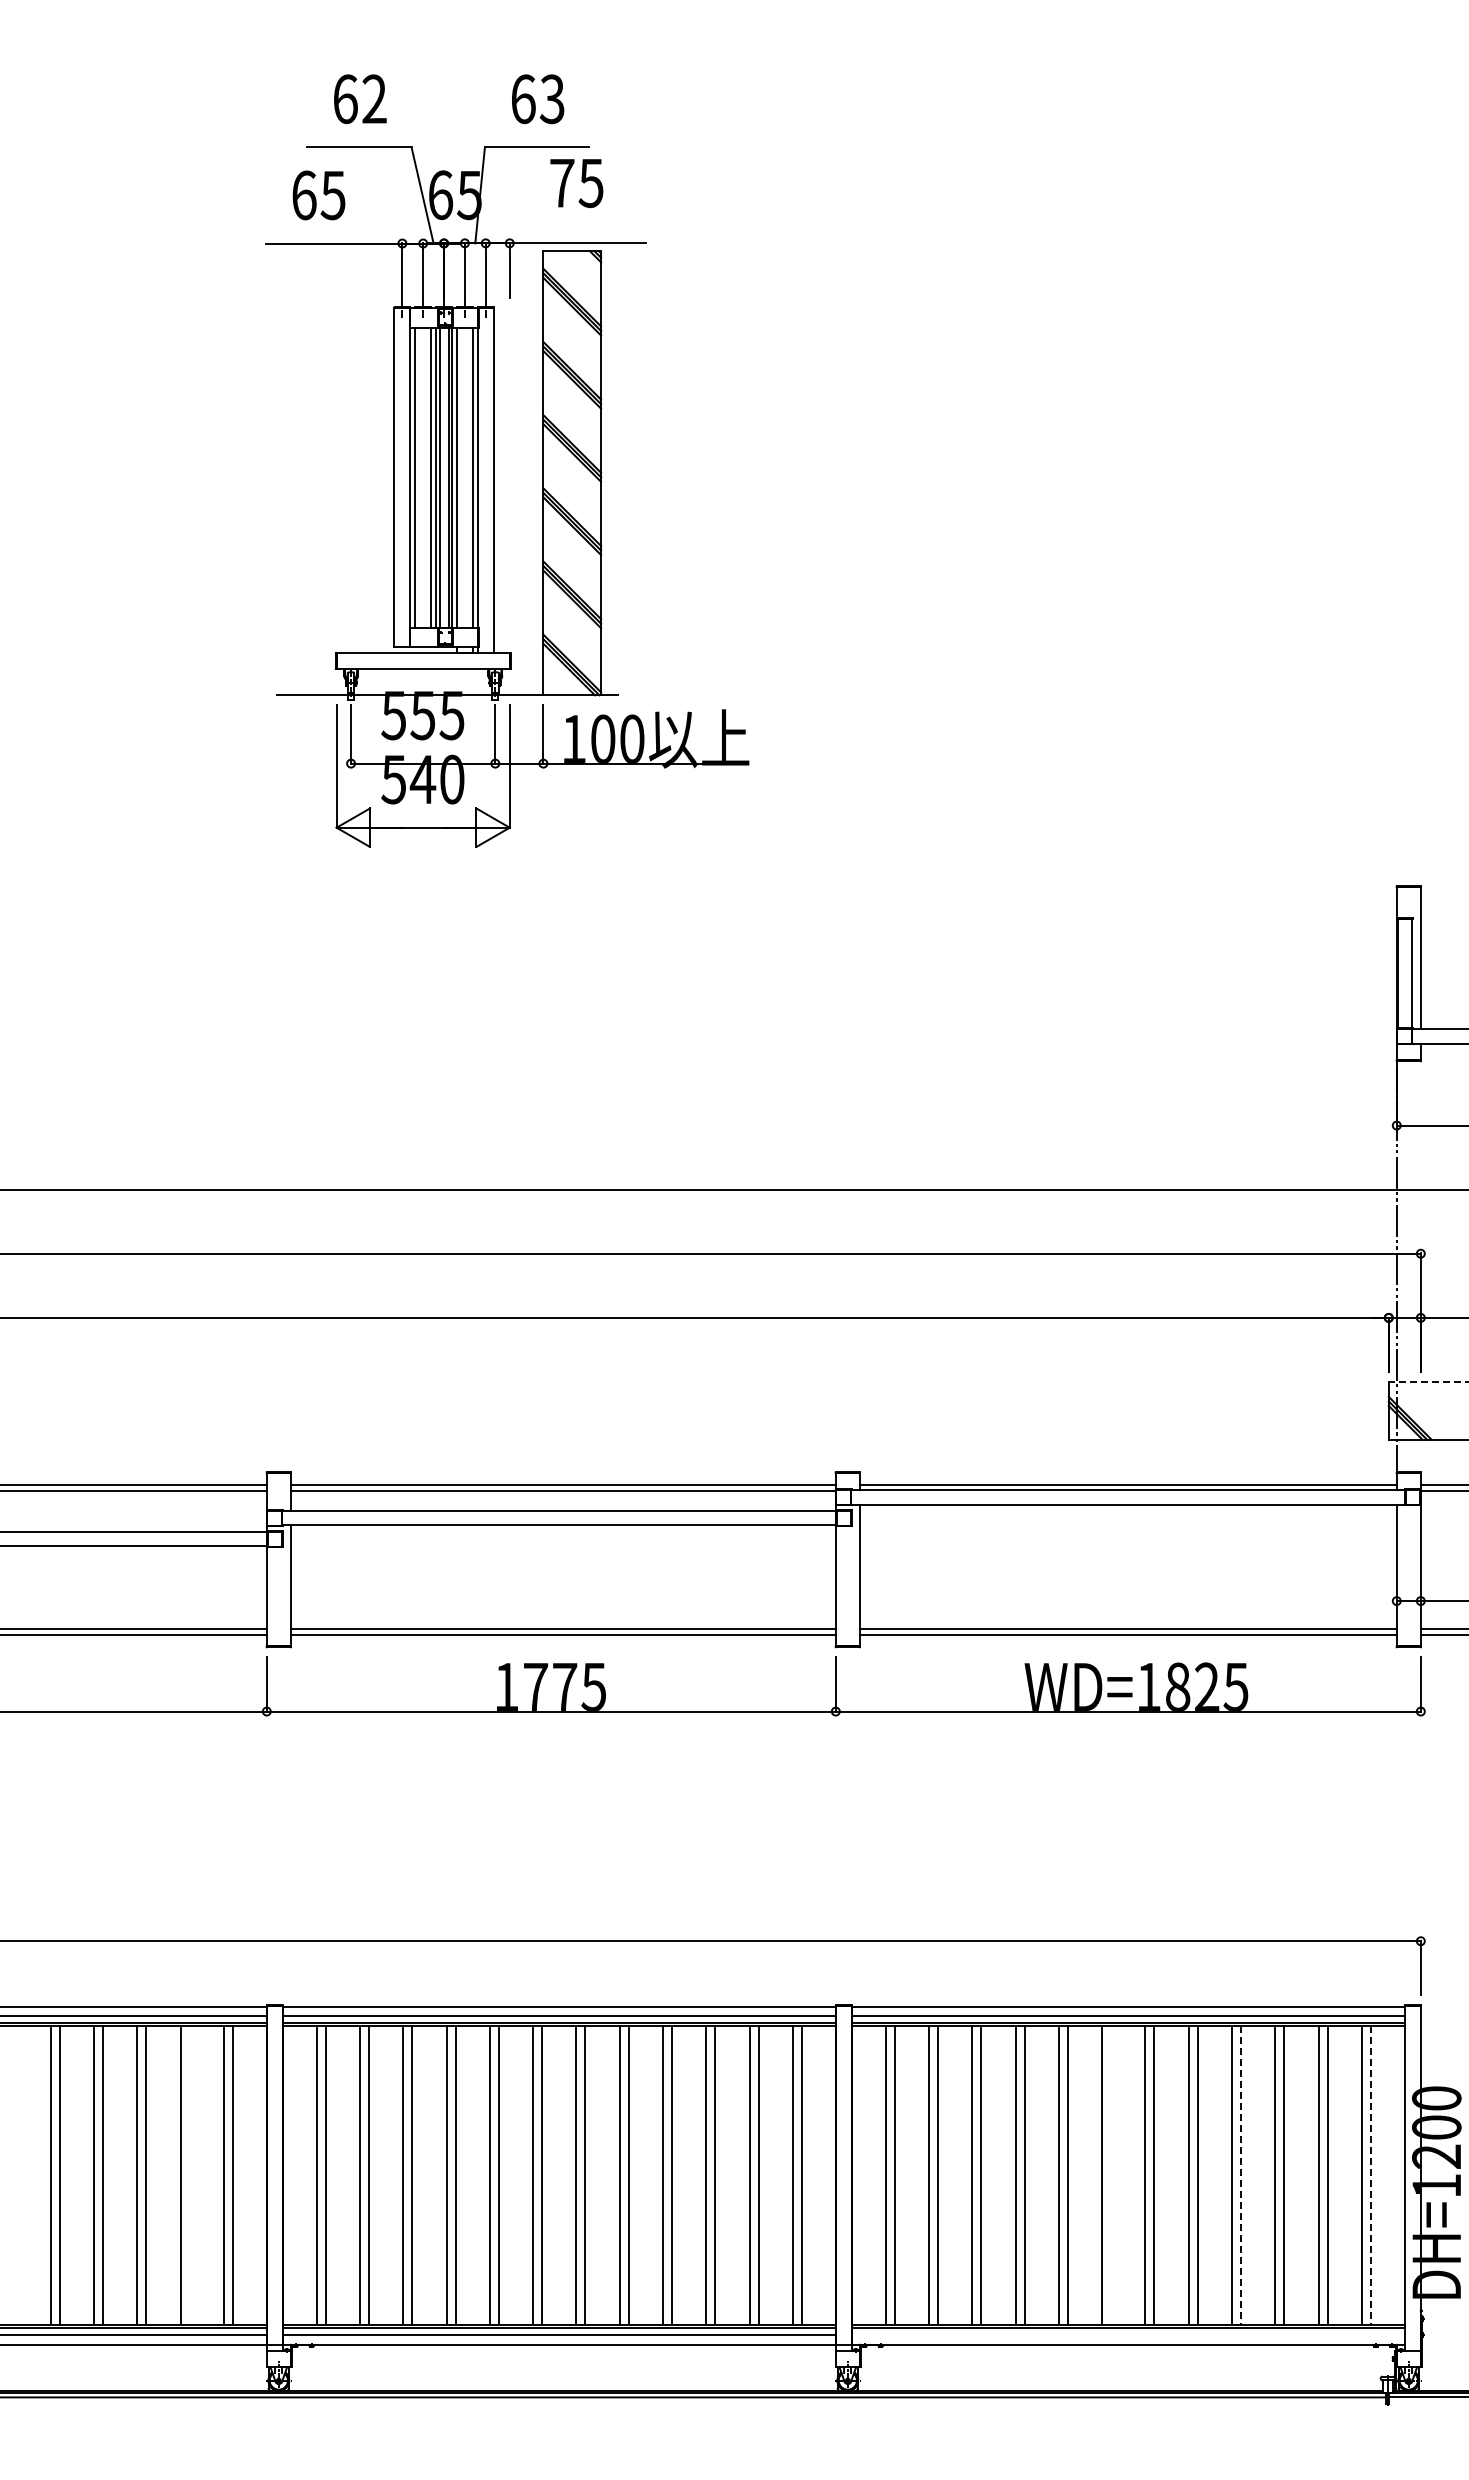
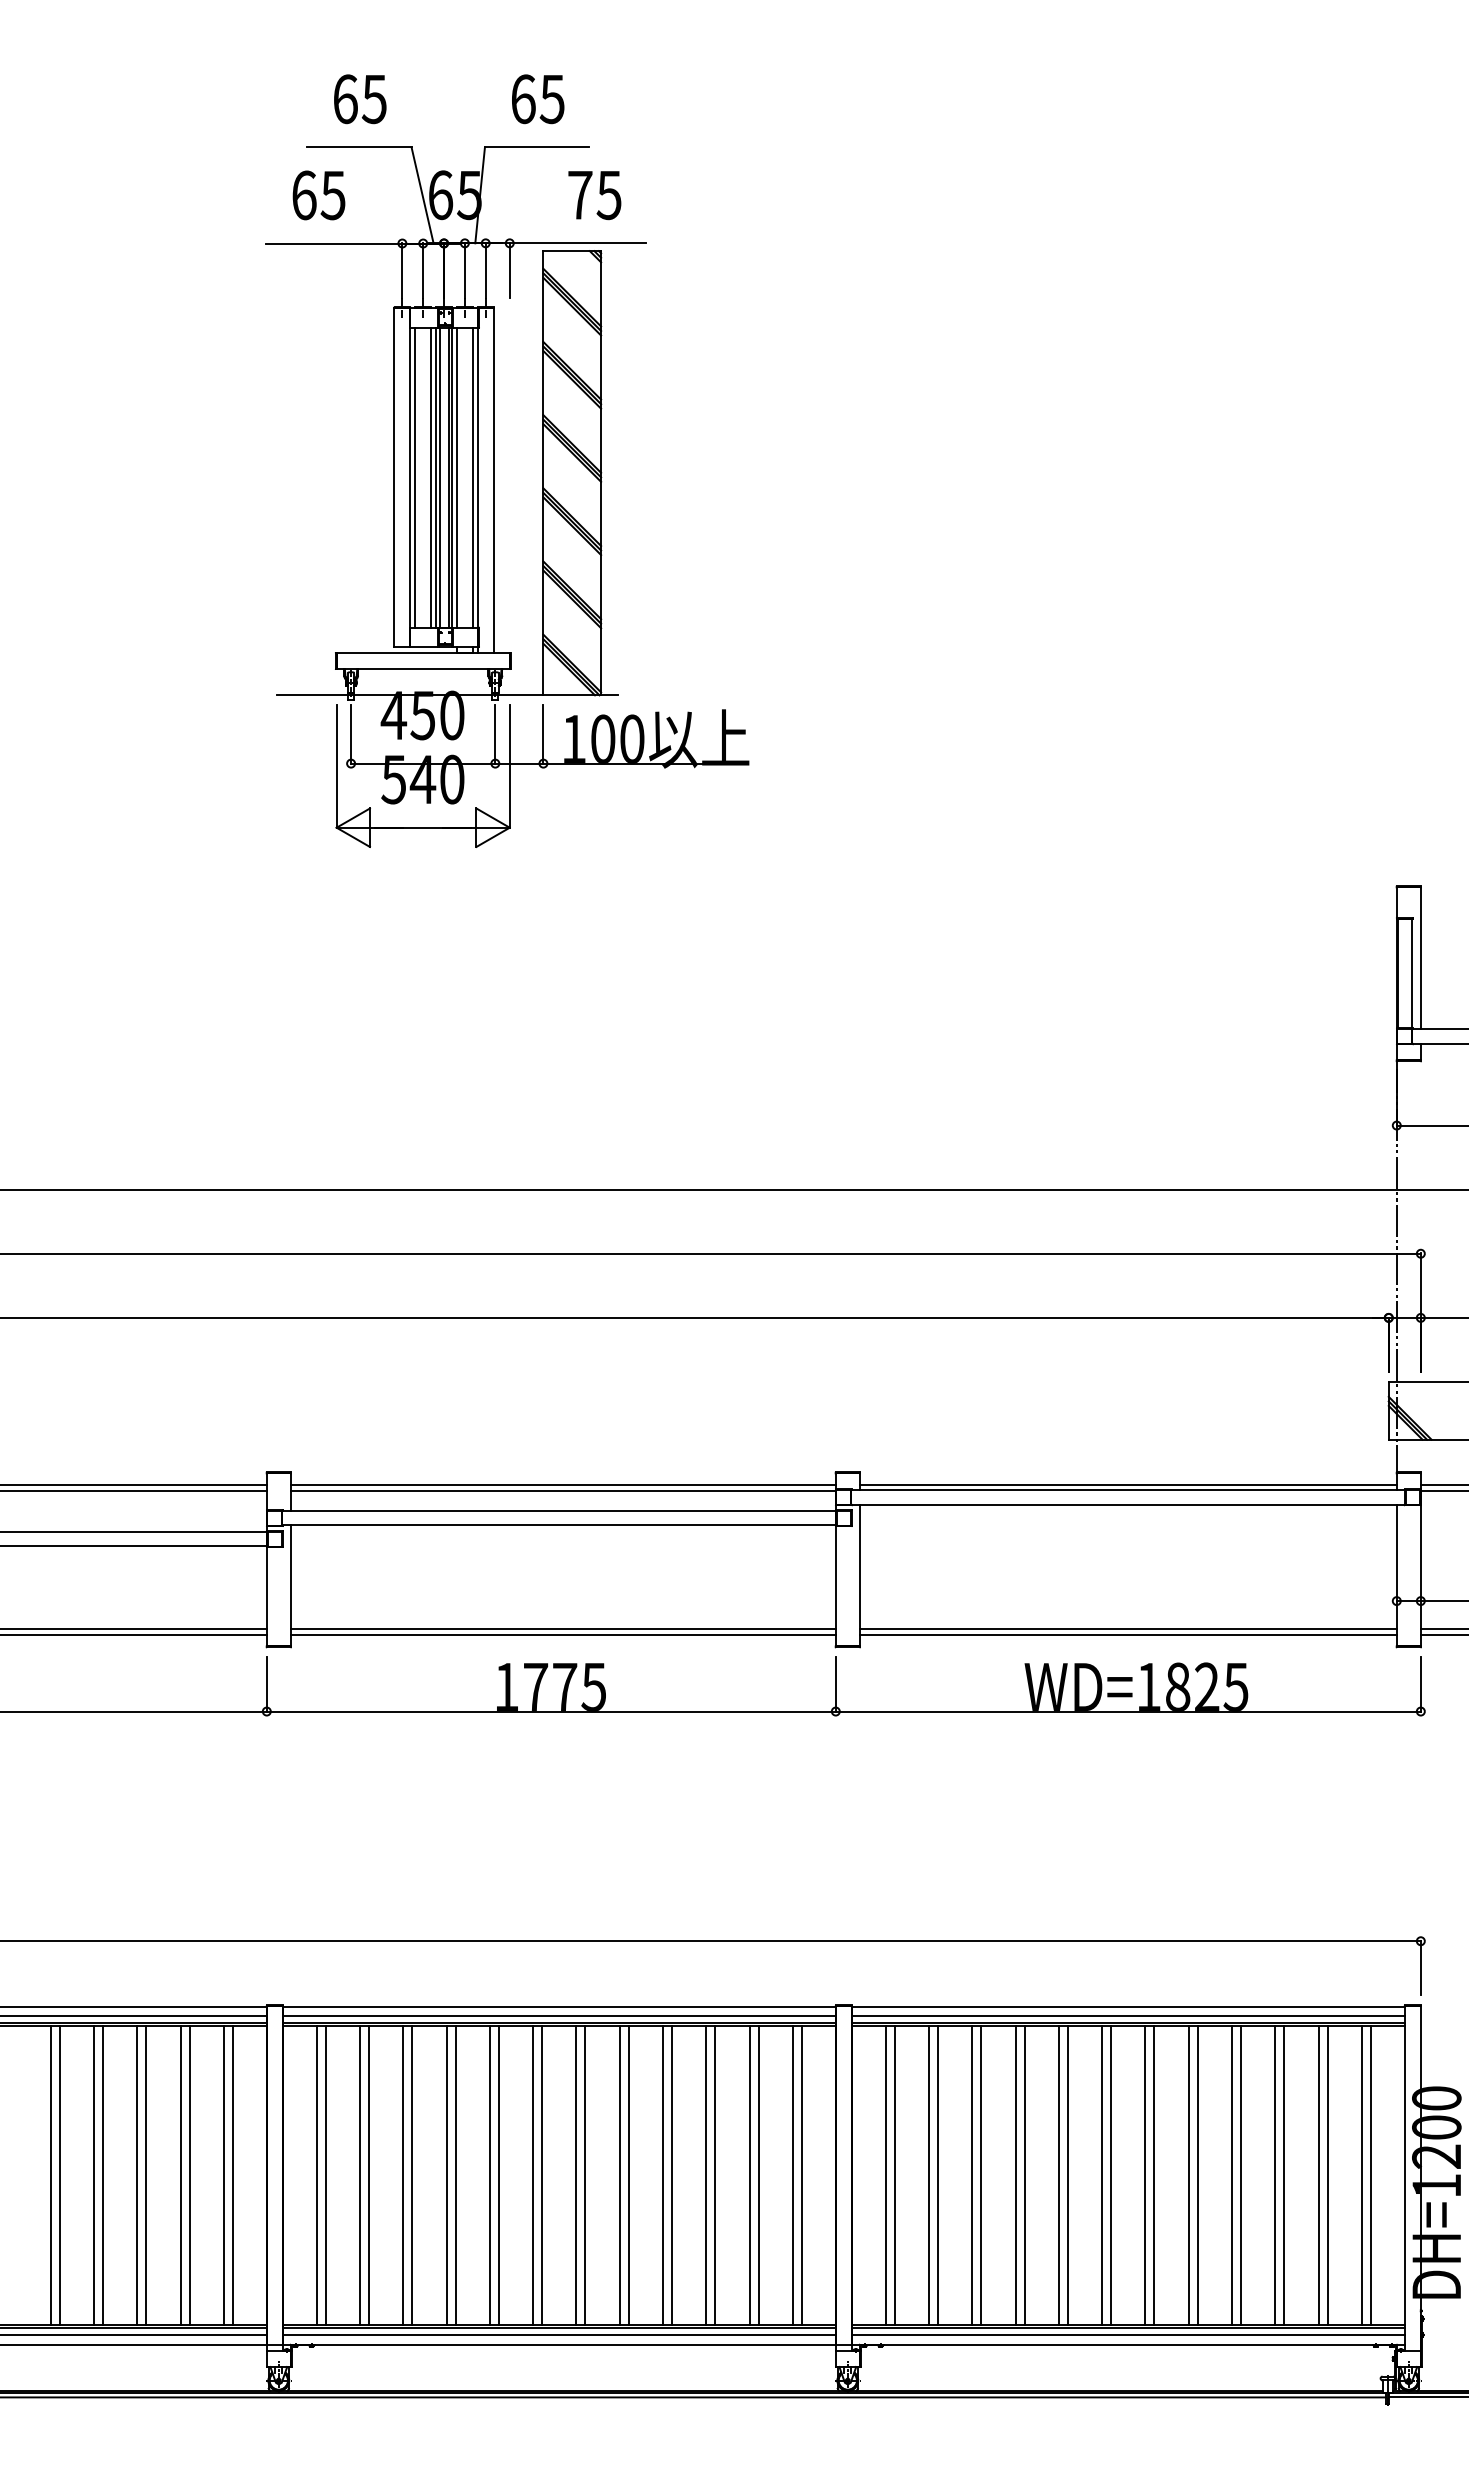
text at (552, 98): 63 -> 65
text at (373, 99): 62 -> 65
text at (576, 183) position: (576, 183) -> (594, 195)
text at (422, 715): 555 -> 450
line at (1428, 1382): dashed -> solid
line at (189, 2175): none -> present
line at (1111, 2175): none -> present
line at (1241, 2175): dashed -> solid
line at (1370, 2175): dashed -> solid
line at (1127, 2334): none -> present
